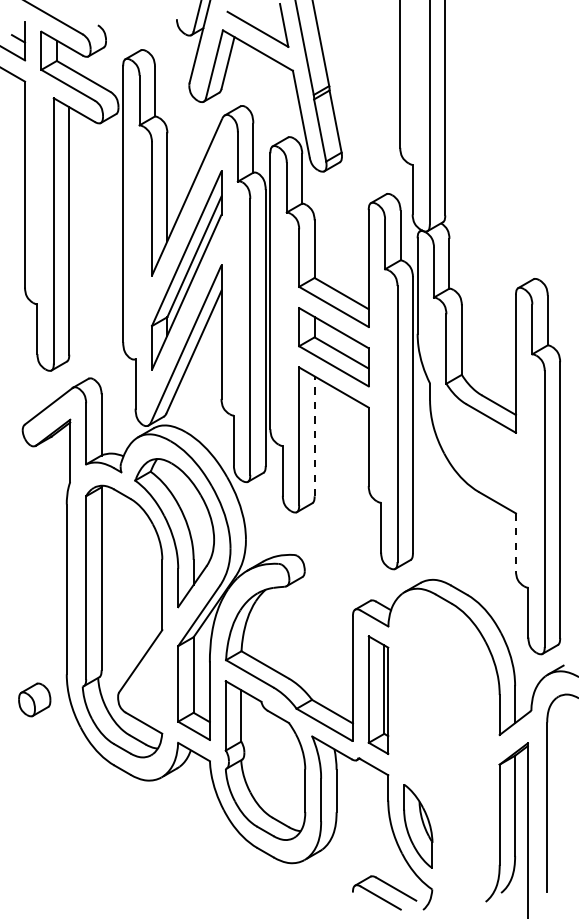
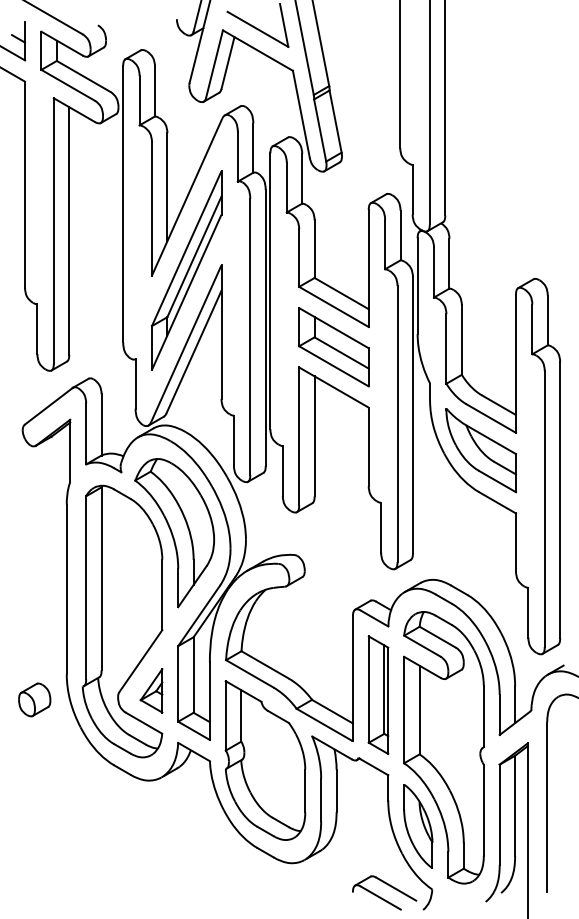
line at (314, 436): dashed -> solid
part at (480, 450): none -> present
line at (515, 542): dashed -> solid
part at (151, 690): none -> present
part at (443, 747): none -> present
